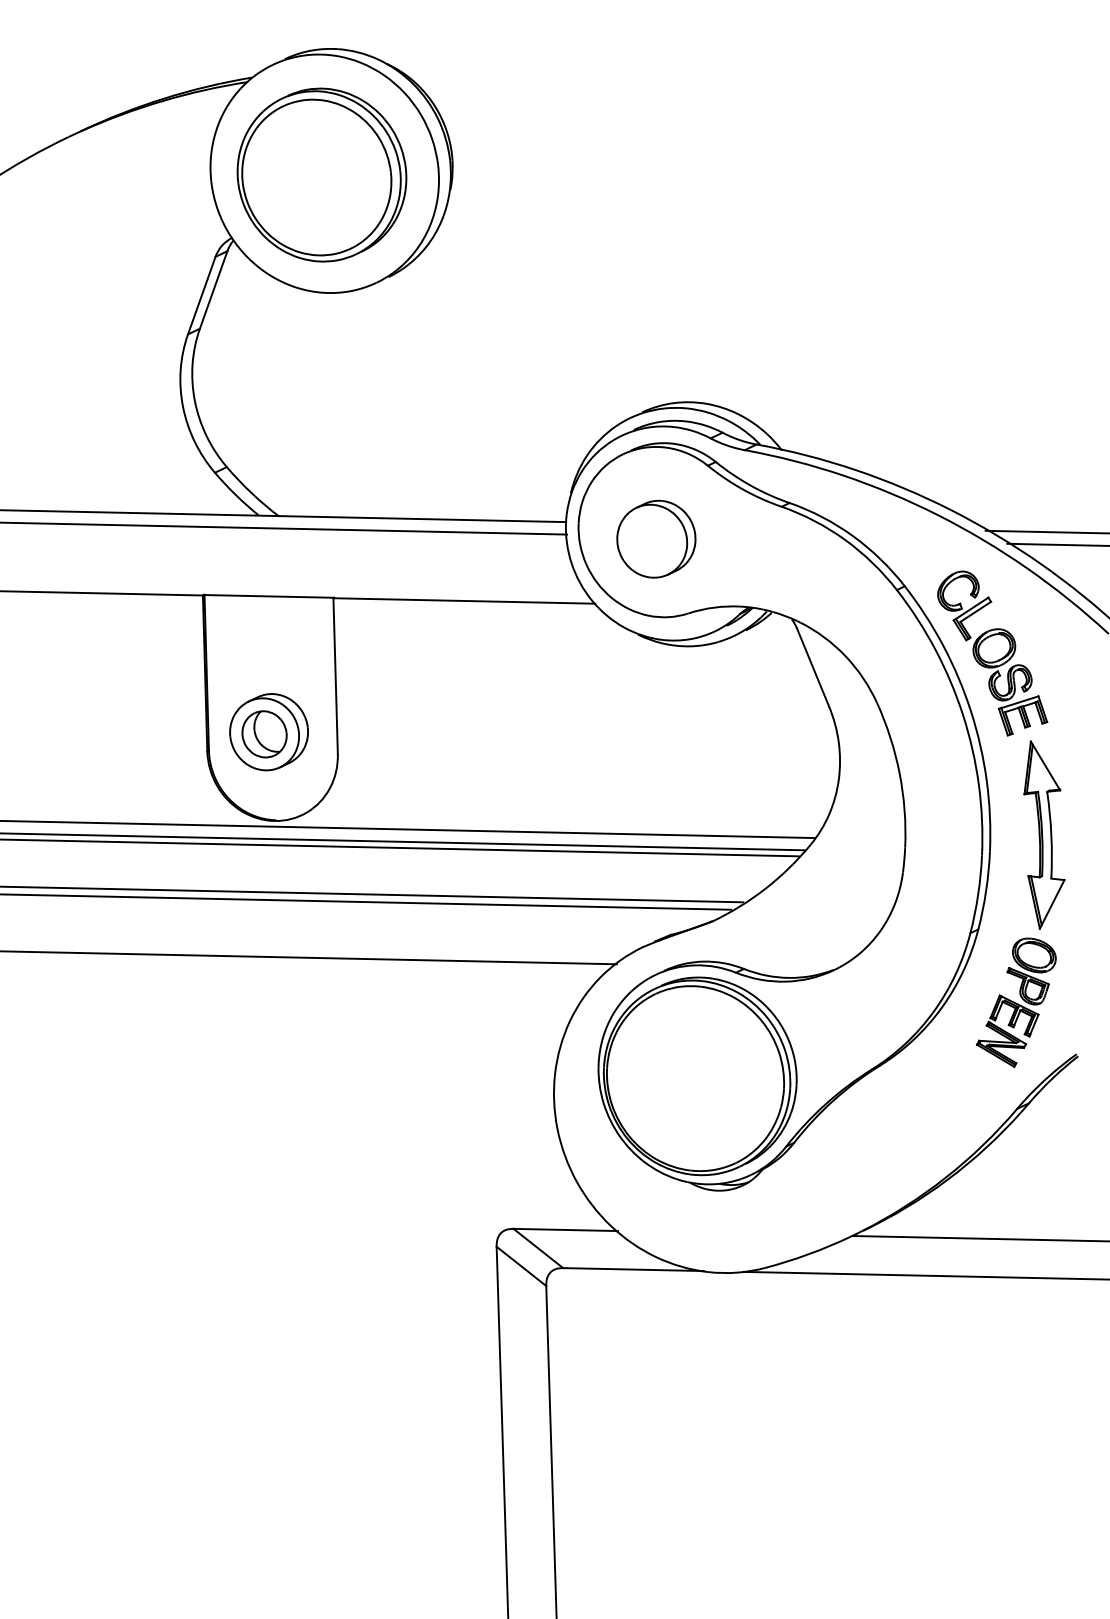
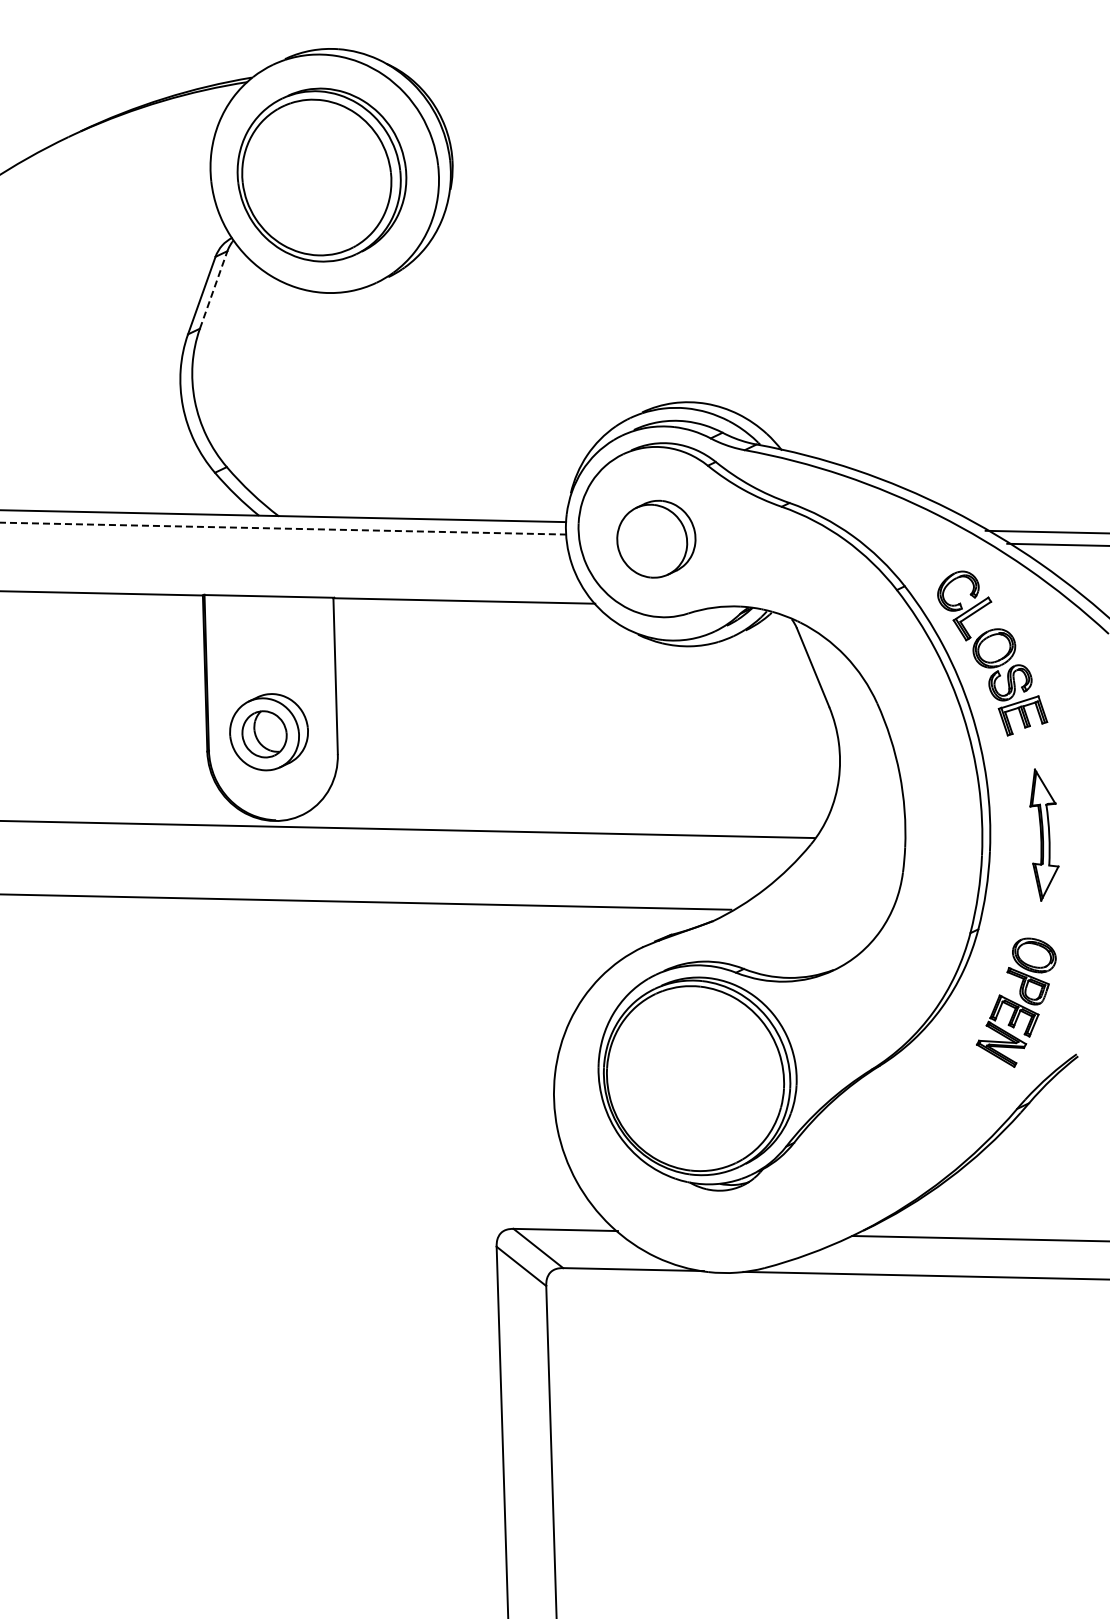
line at (213, 289): solid -> dashed
line at (284, 528): solid -> dashed
part at (1044, 834) size: 43x190 px -> 31x134 px
line at (403, 841): present -> none
line at (400, 847): present -> none
line at (372, 894): present -> none
line at (309, 957): present -> none
